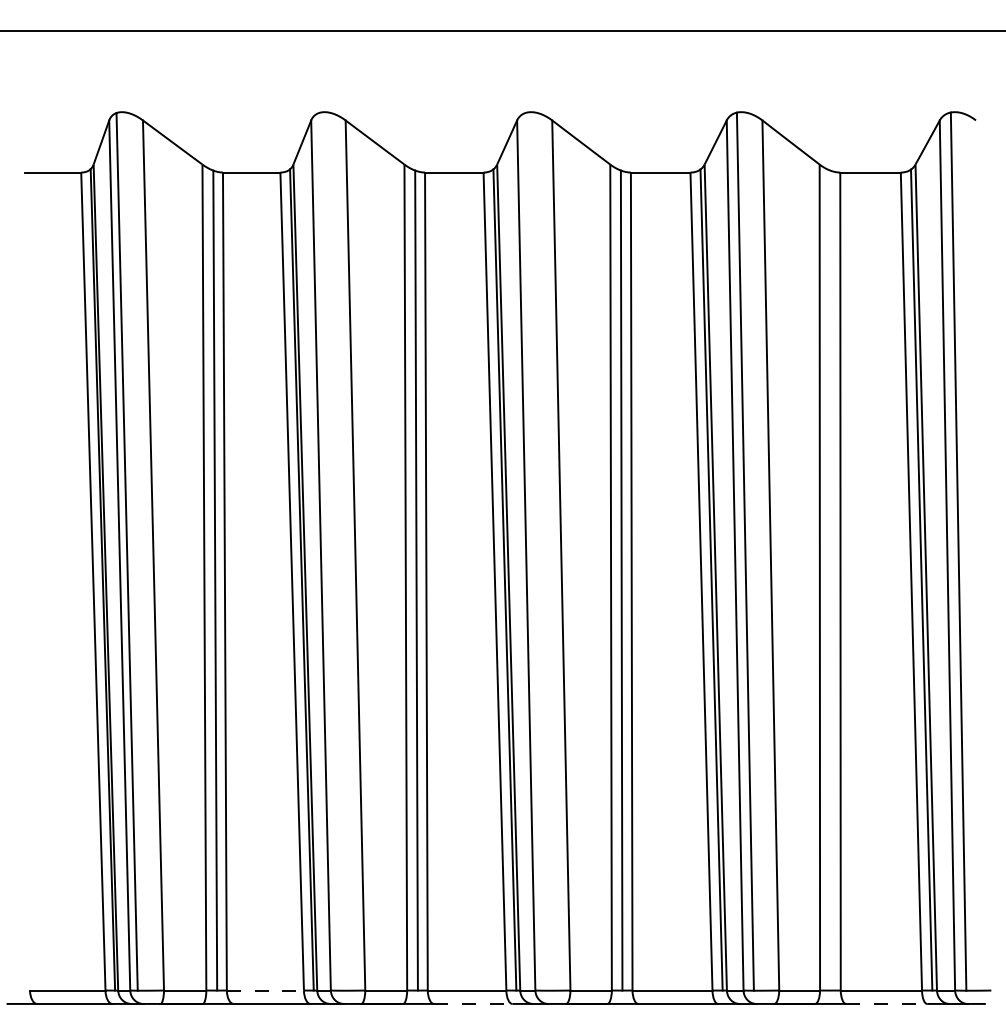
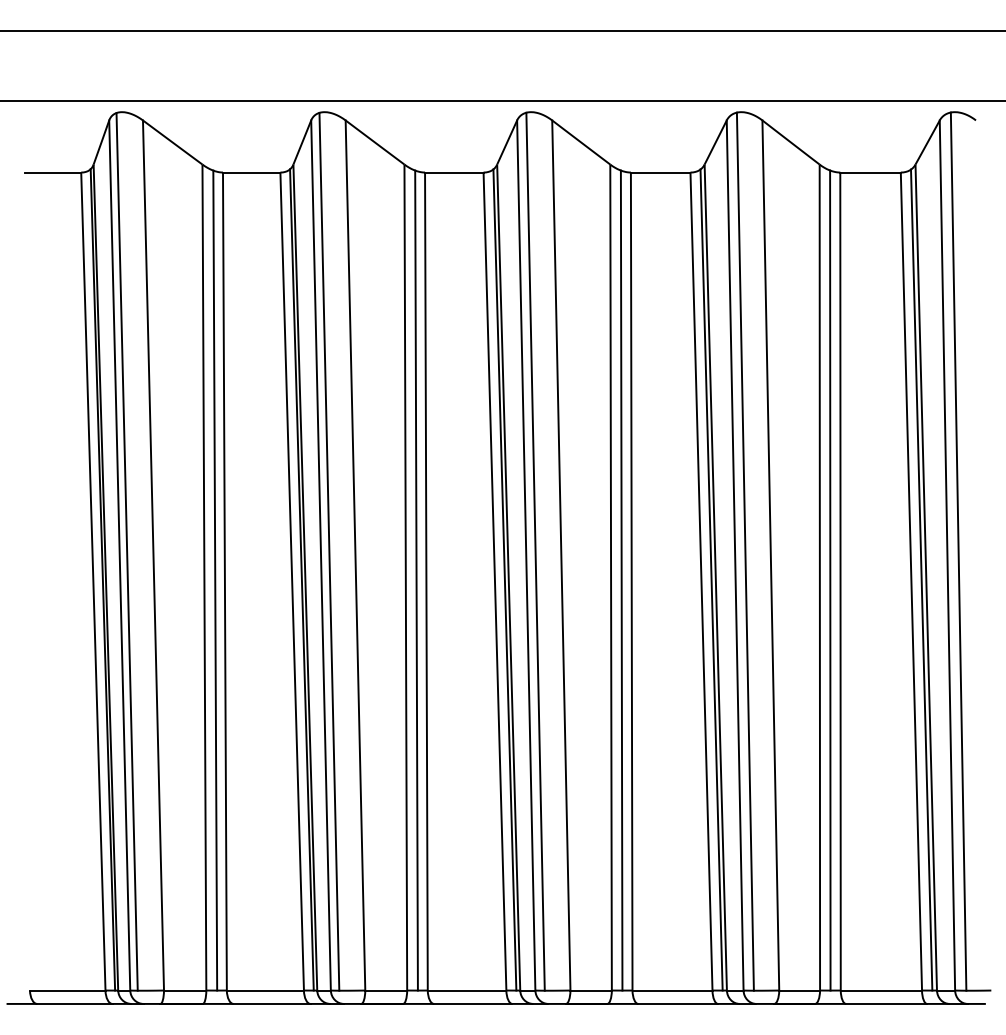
line at (502, 100): none -> present
line at (329, 551): none -> present
line at (535, 551): none -> present
line at (830, 580): none -> present
line at (265, 990): dashed -> solid
line at (473, 1003): dashed -> solid
line at (886, 1003): dashed -> solid
